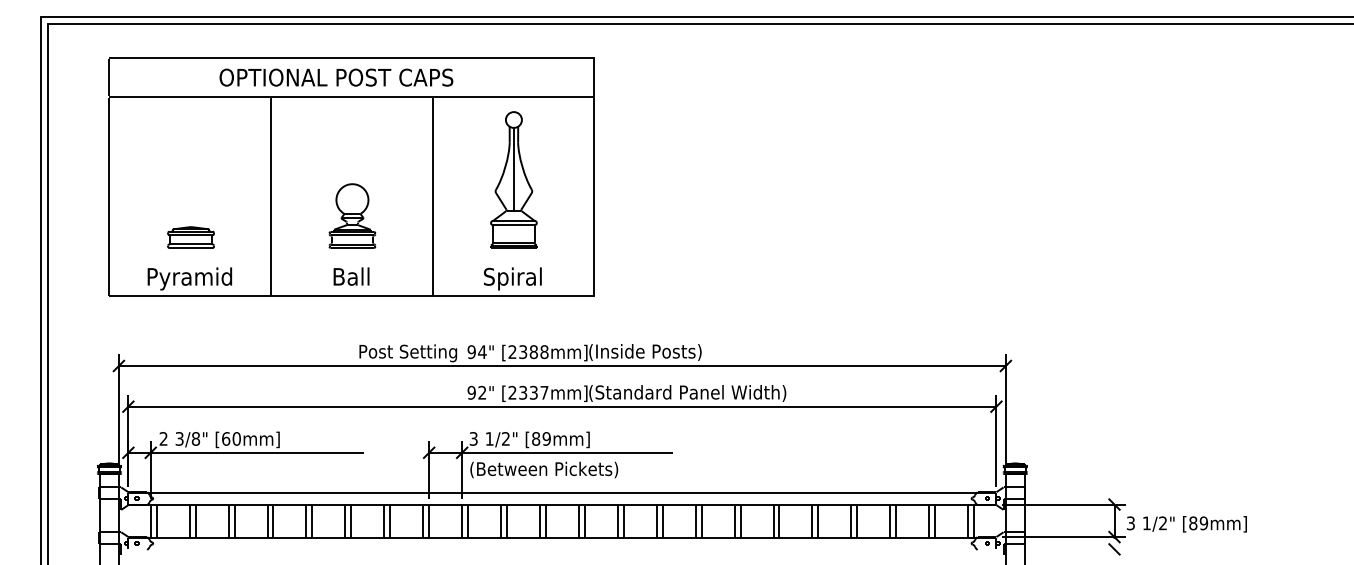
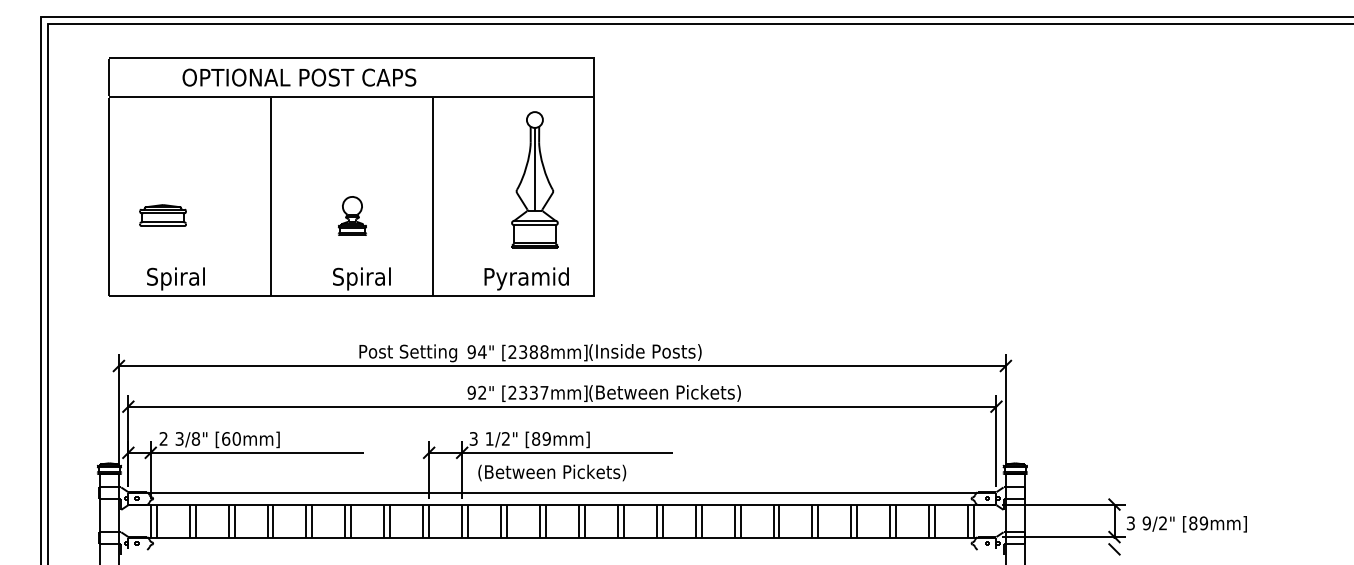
text at (336, 77) position: (336, 77) -> (299, 77)
part at (513, 179) position: (513, 179) -> (534, 179)
part at (352, 215) size: 49x66 px -> 29x40 px
part at (190, 237) position: (190, 237) -> (162, 215)
text at (189, 278): Pyramid -> Spiral
text at (361, 278): Ball -> Spiral
text at (526, 278): Spiral -> Pyramid
text at (690, 393): (Standard Panel Width) -> (Between Pickets)
text at (544, 469) position: (544, 469) -> (552, 472)
text at (1146, 523): 1/2" -> 9/2"
